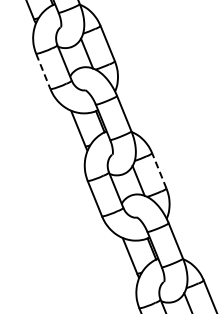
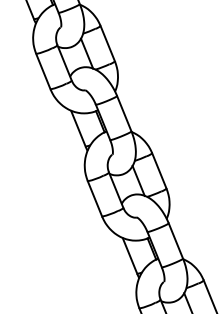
line at (43, 72): dashed -> solid
line at (159, 170): dashed -> solid
